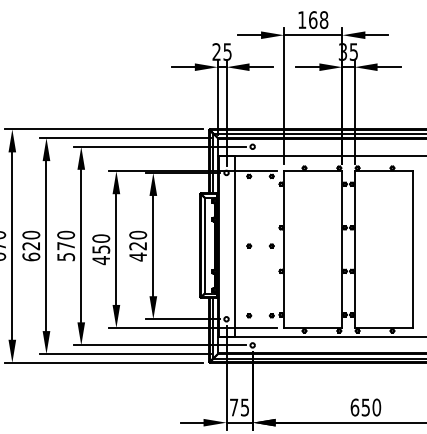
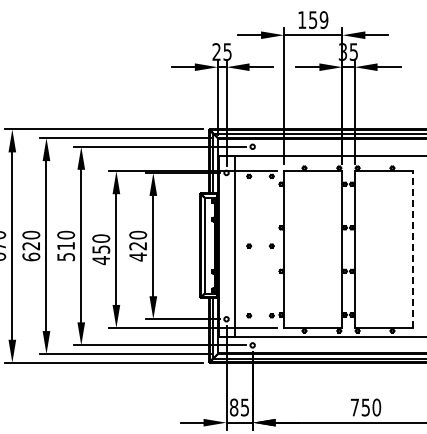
text at (318, 19): 168 -> 159
text at (65, 246): 570 -> 510
line at (412, 249): solid -> dashed
text at (233, 407): 75 -> 85
text at (354, 407): 650 -> 750
